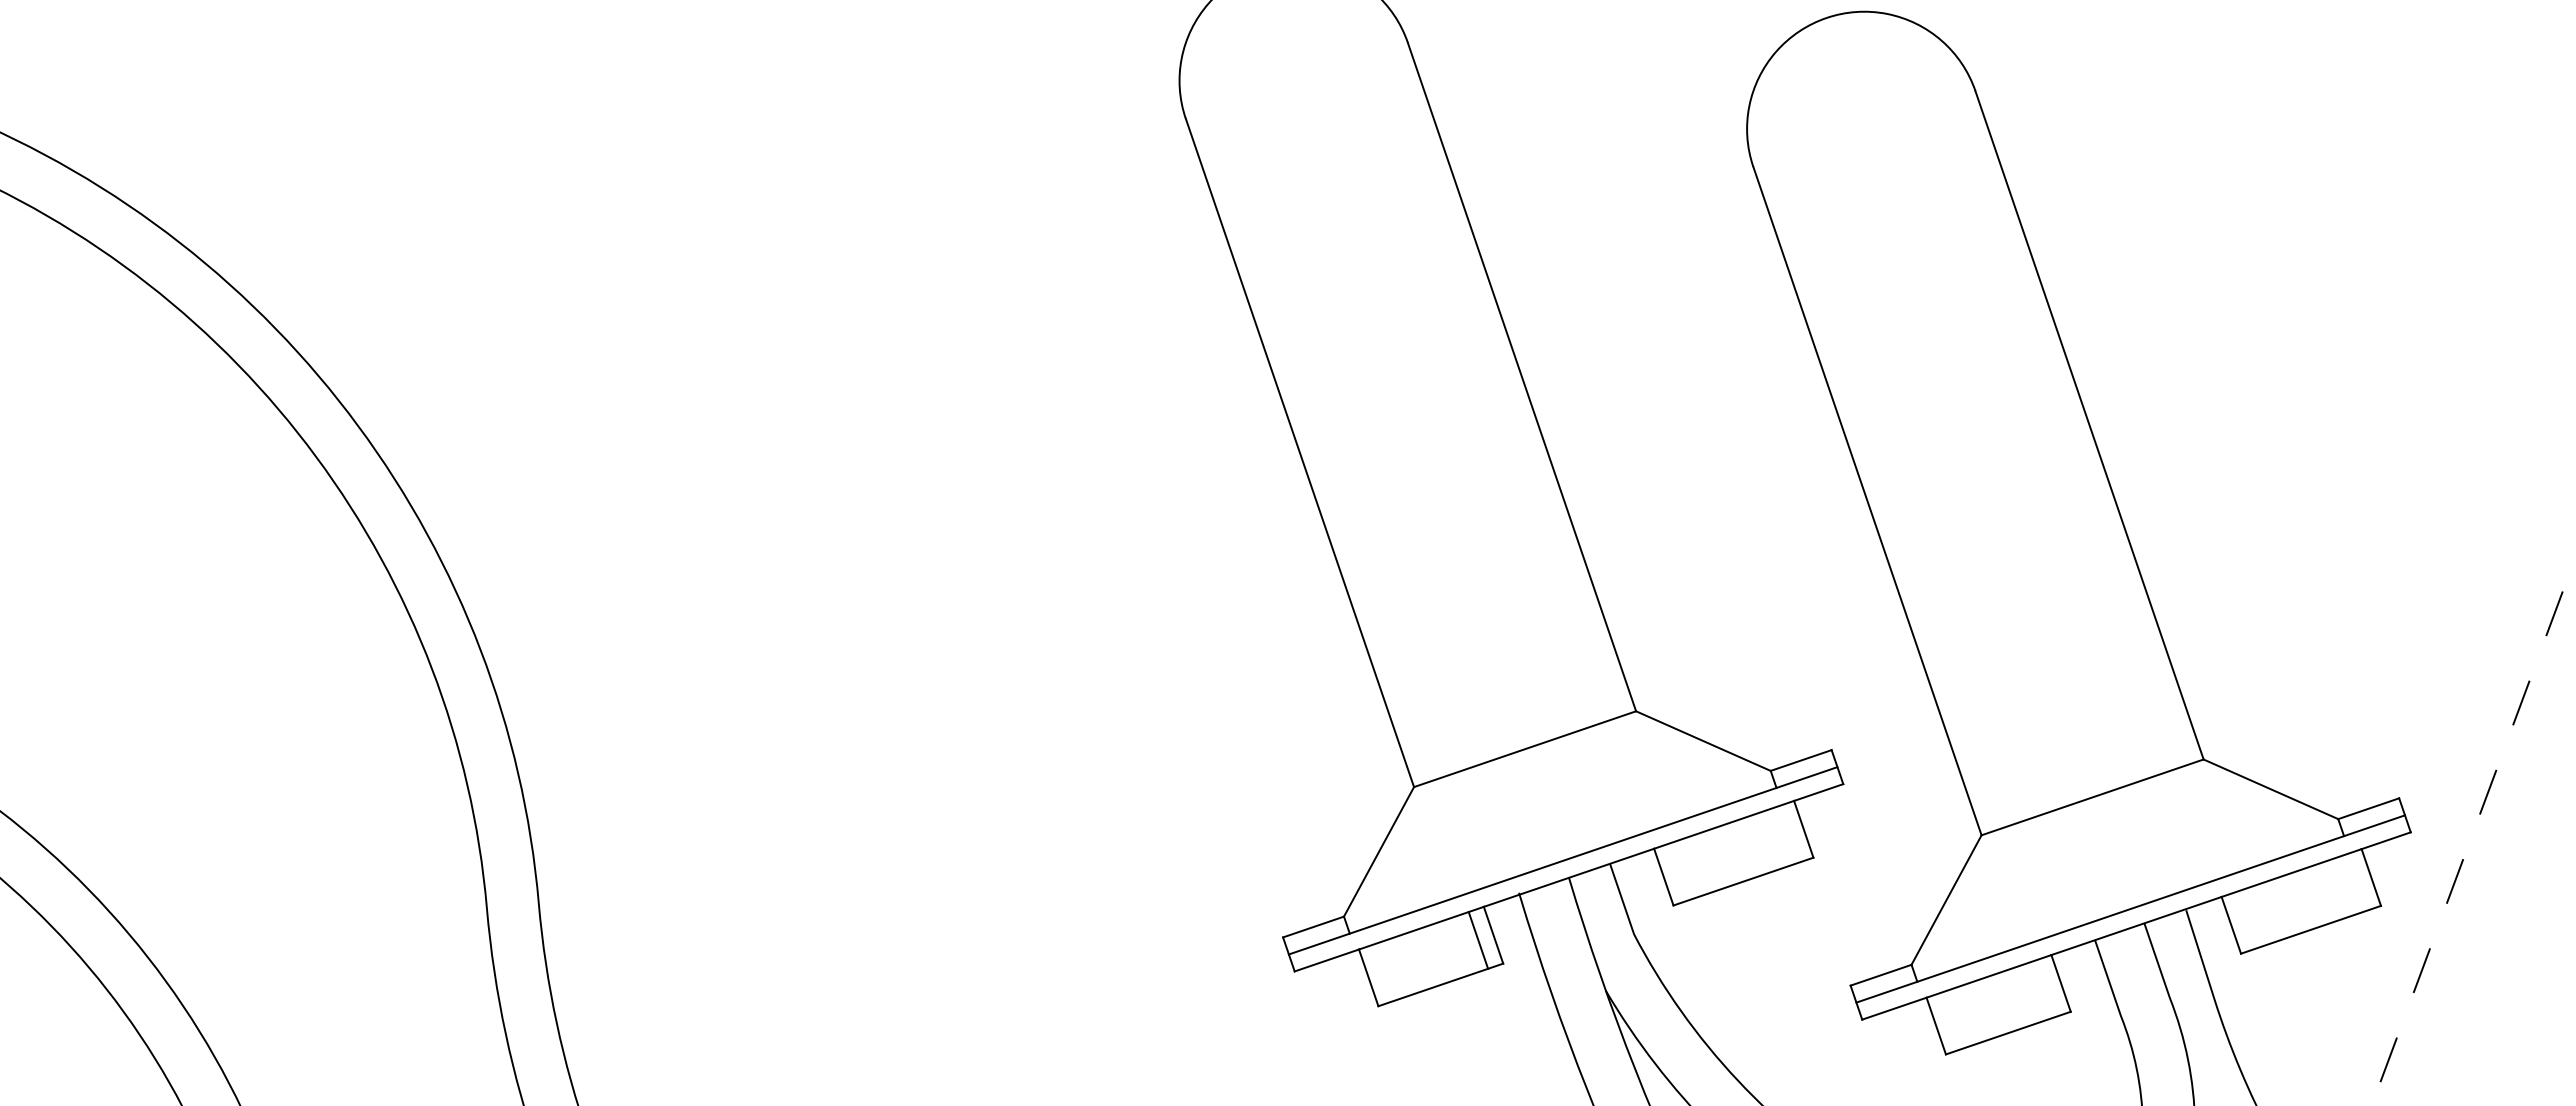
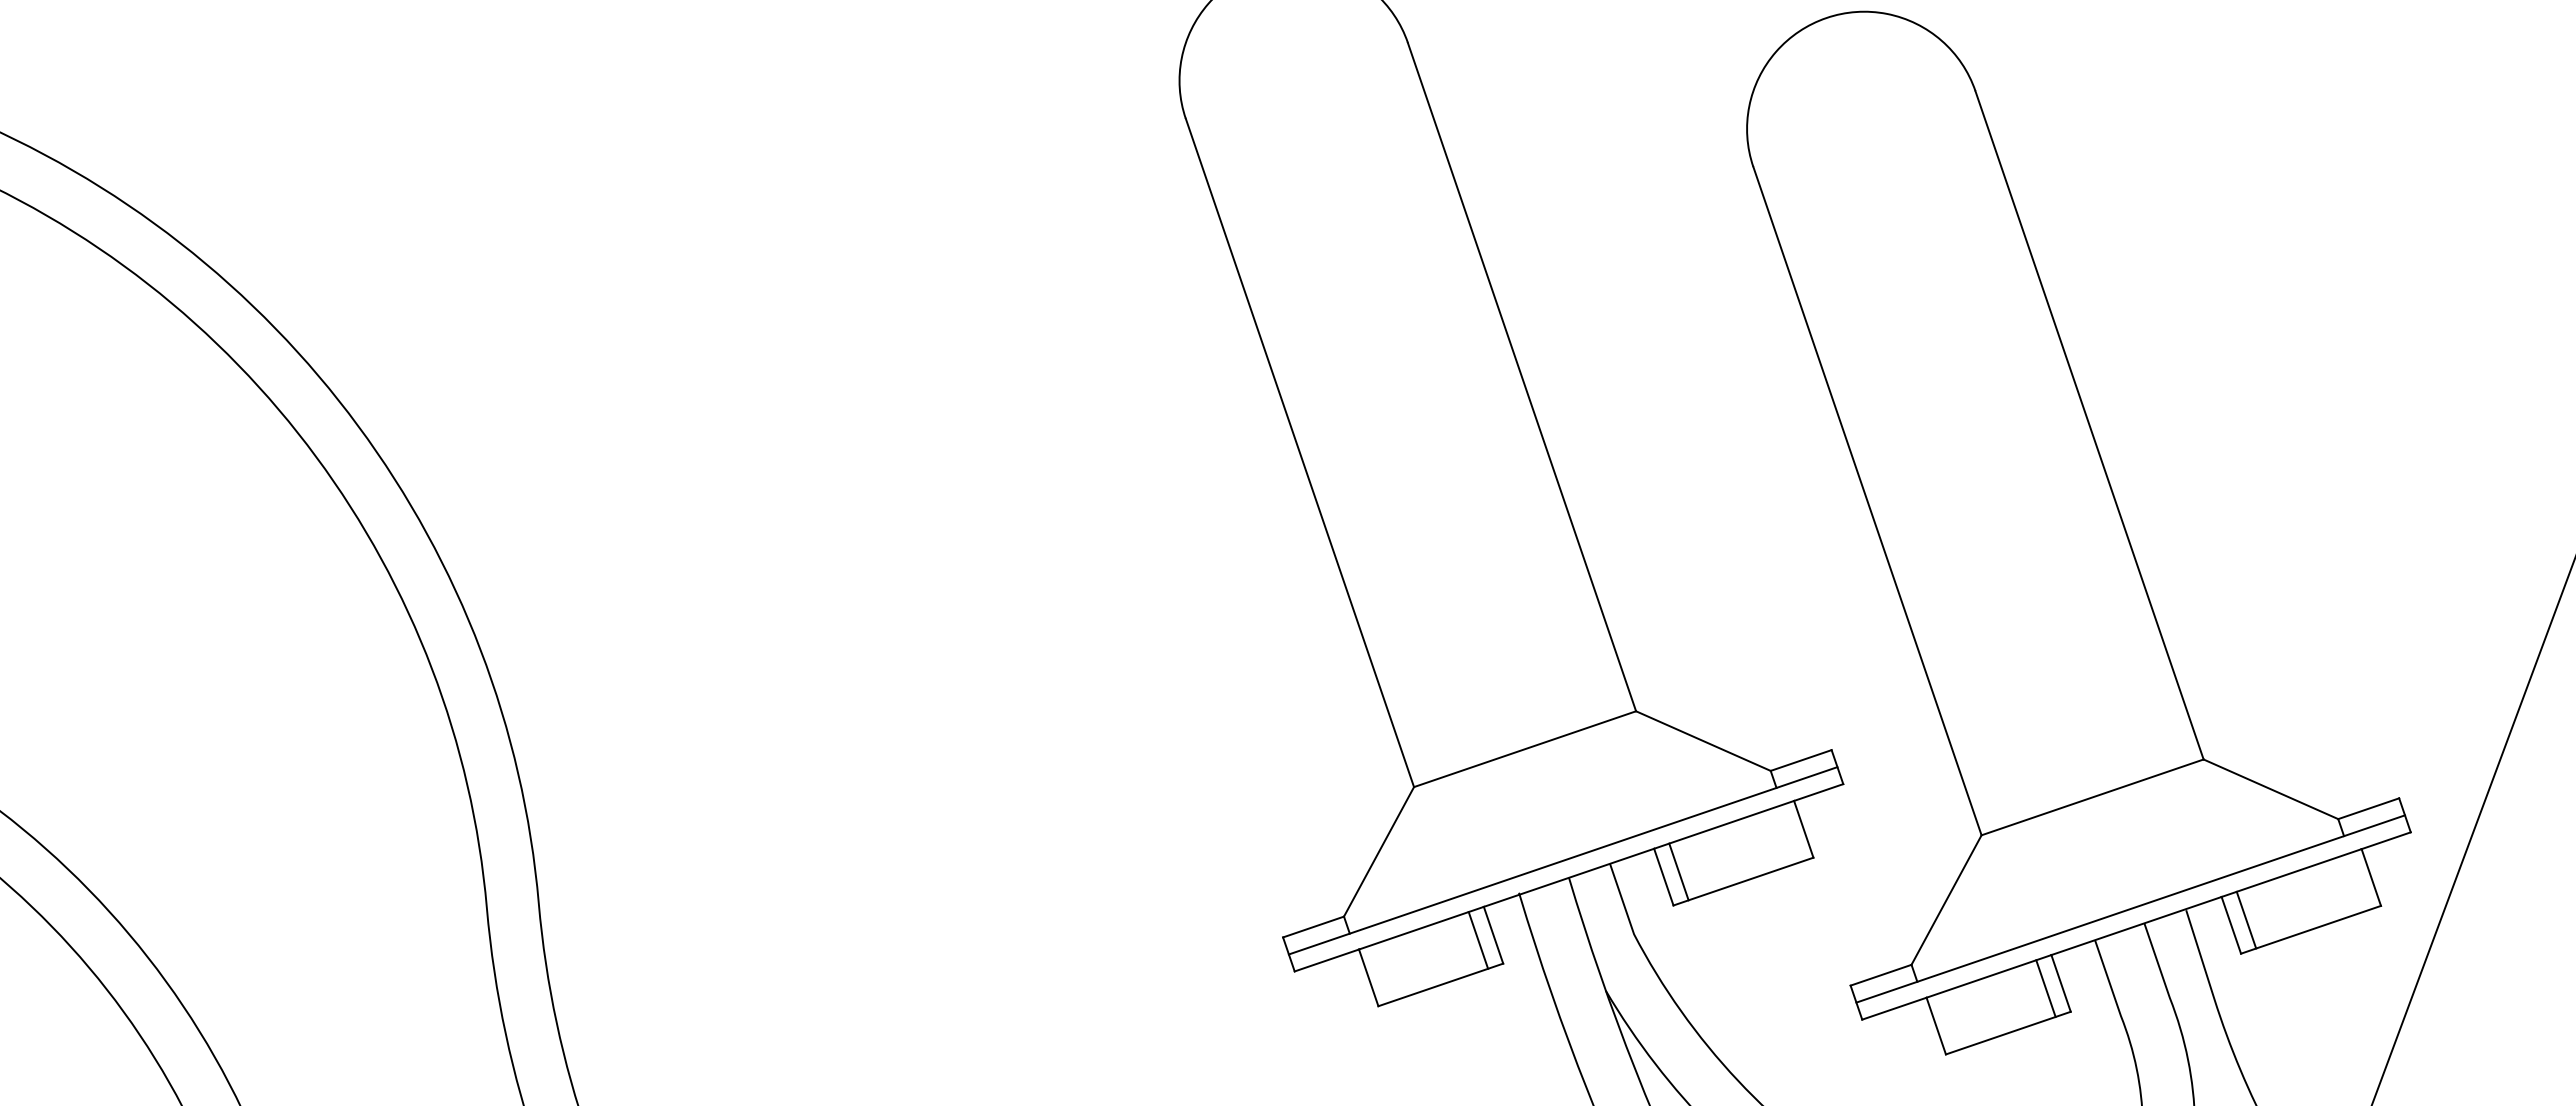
line at (2473, 831): dashed -> solid
line at (1678, 871): none -> present
line at (2246, 919): none -> present
line at (2045, 988): none -> present
